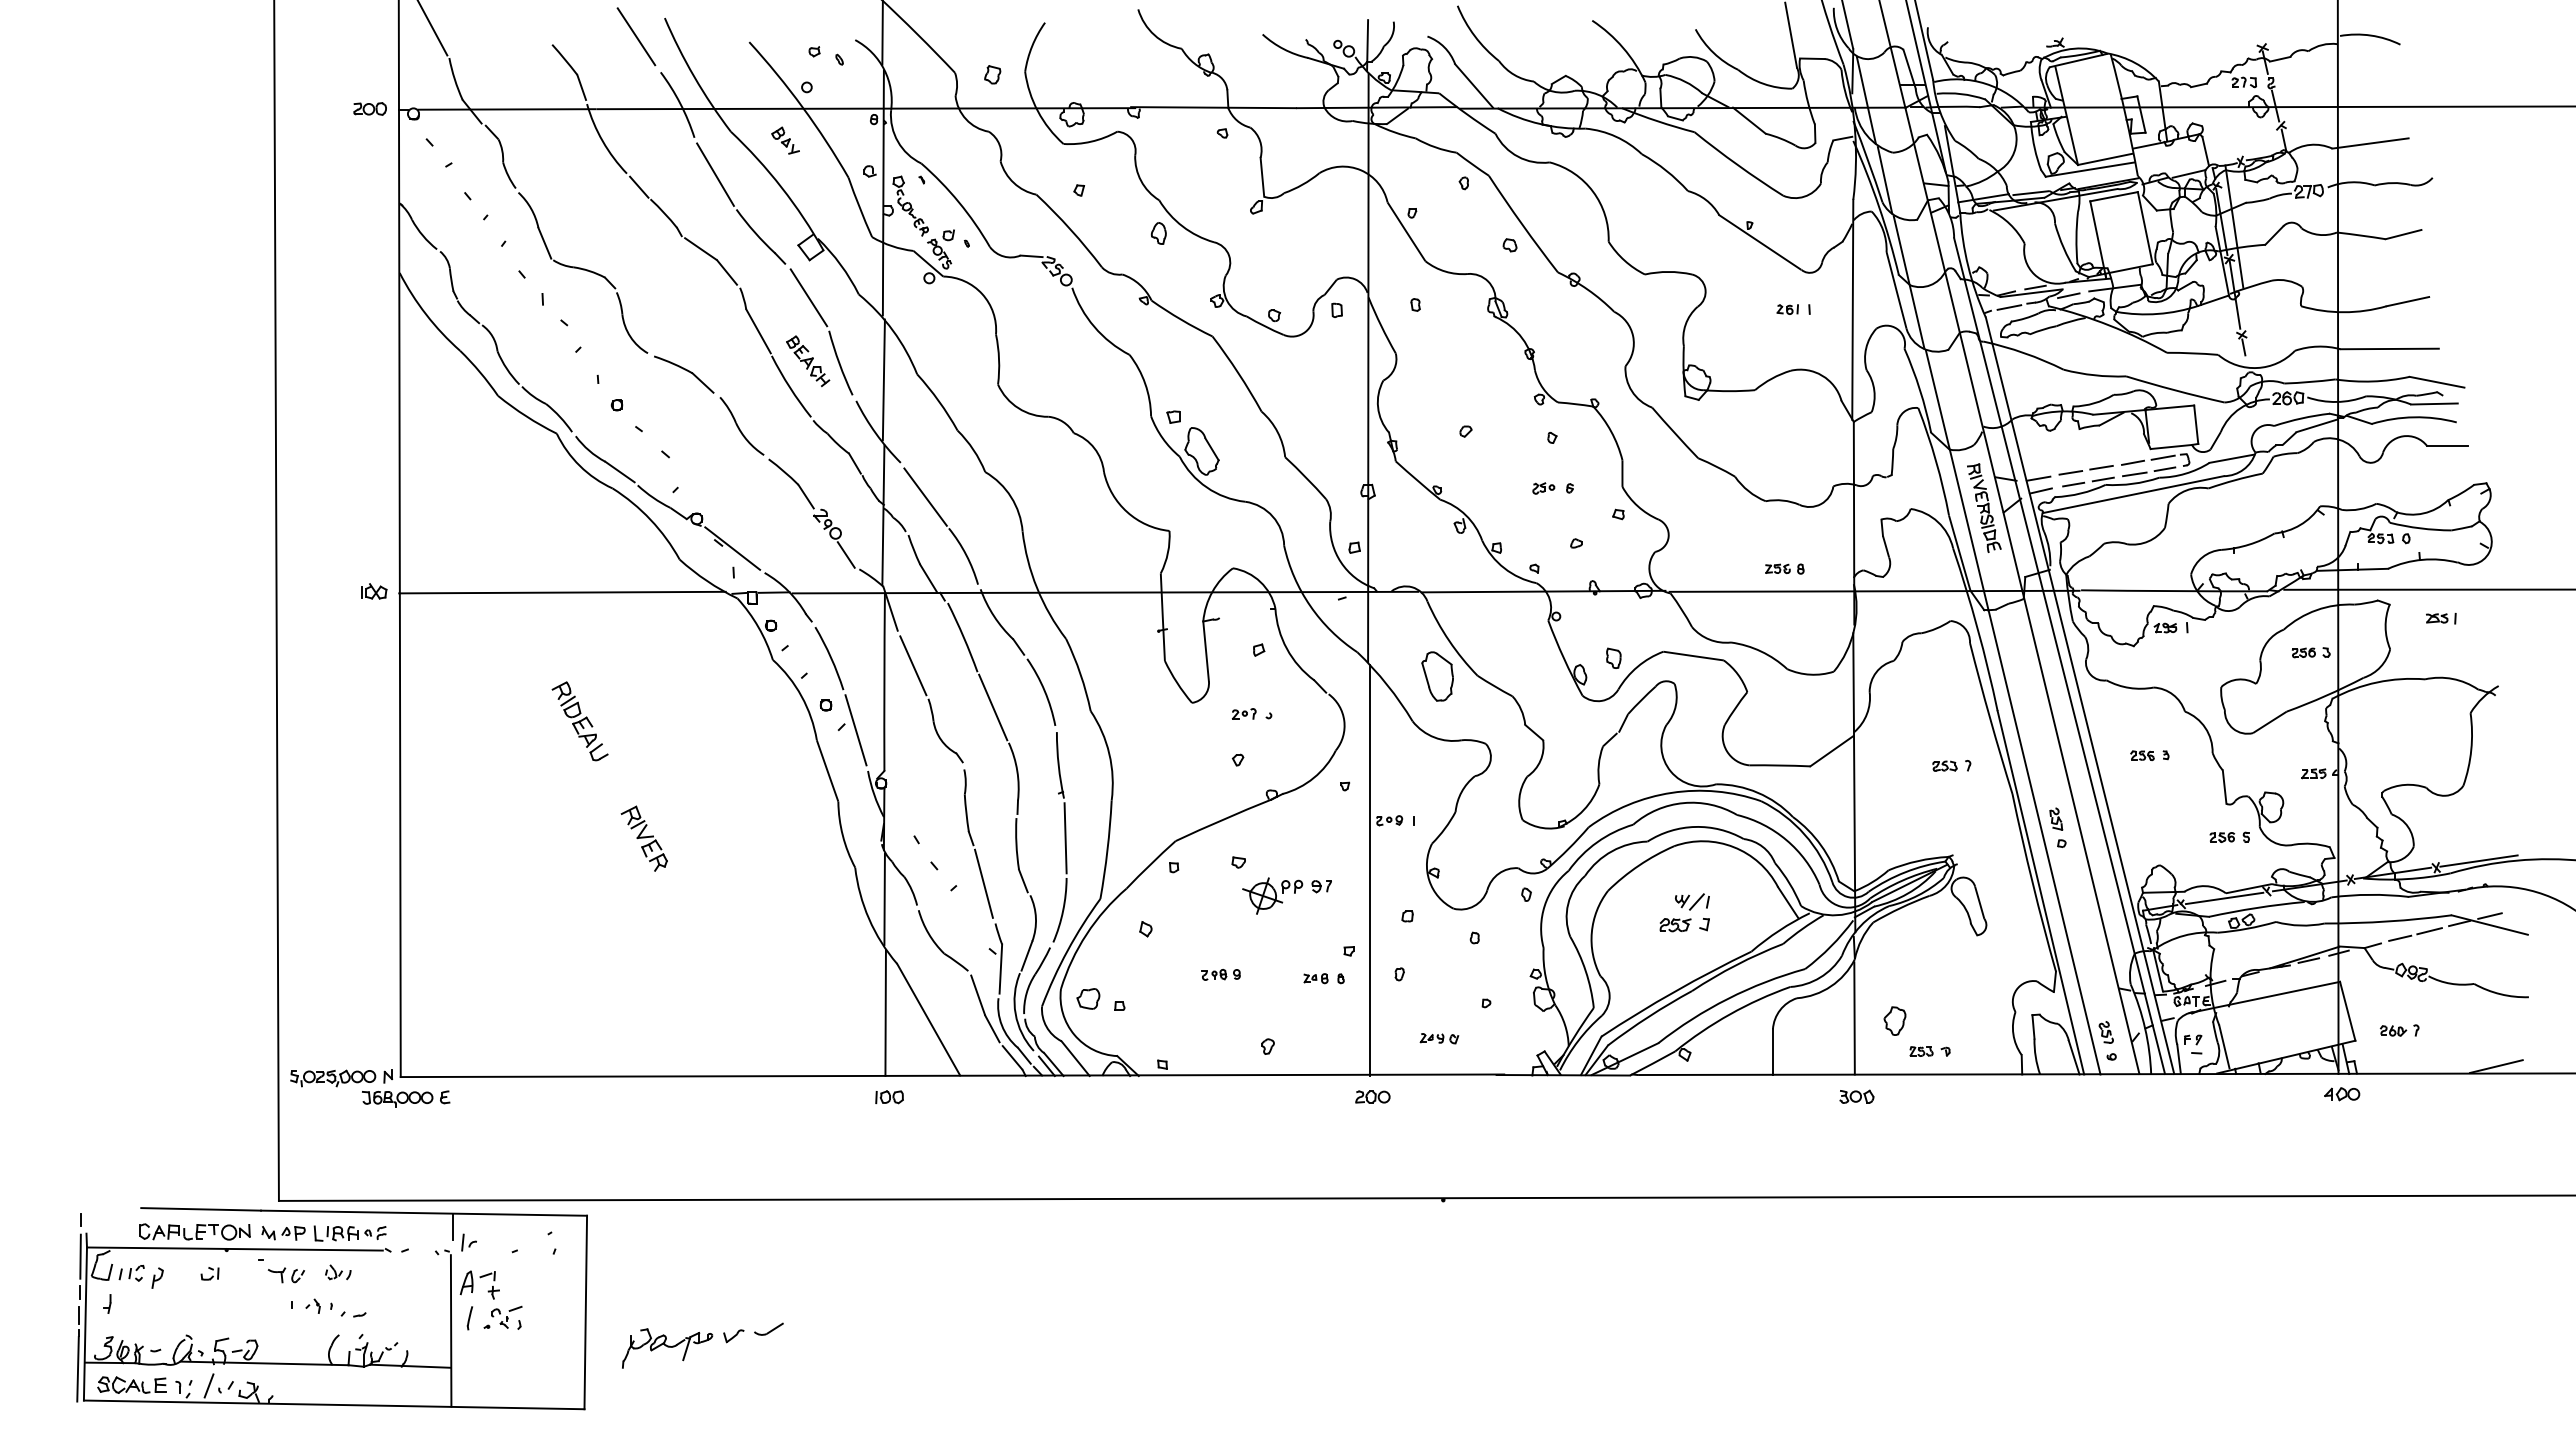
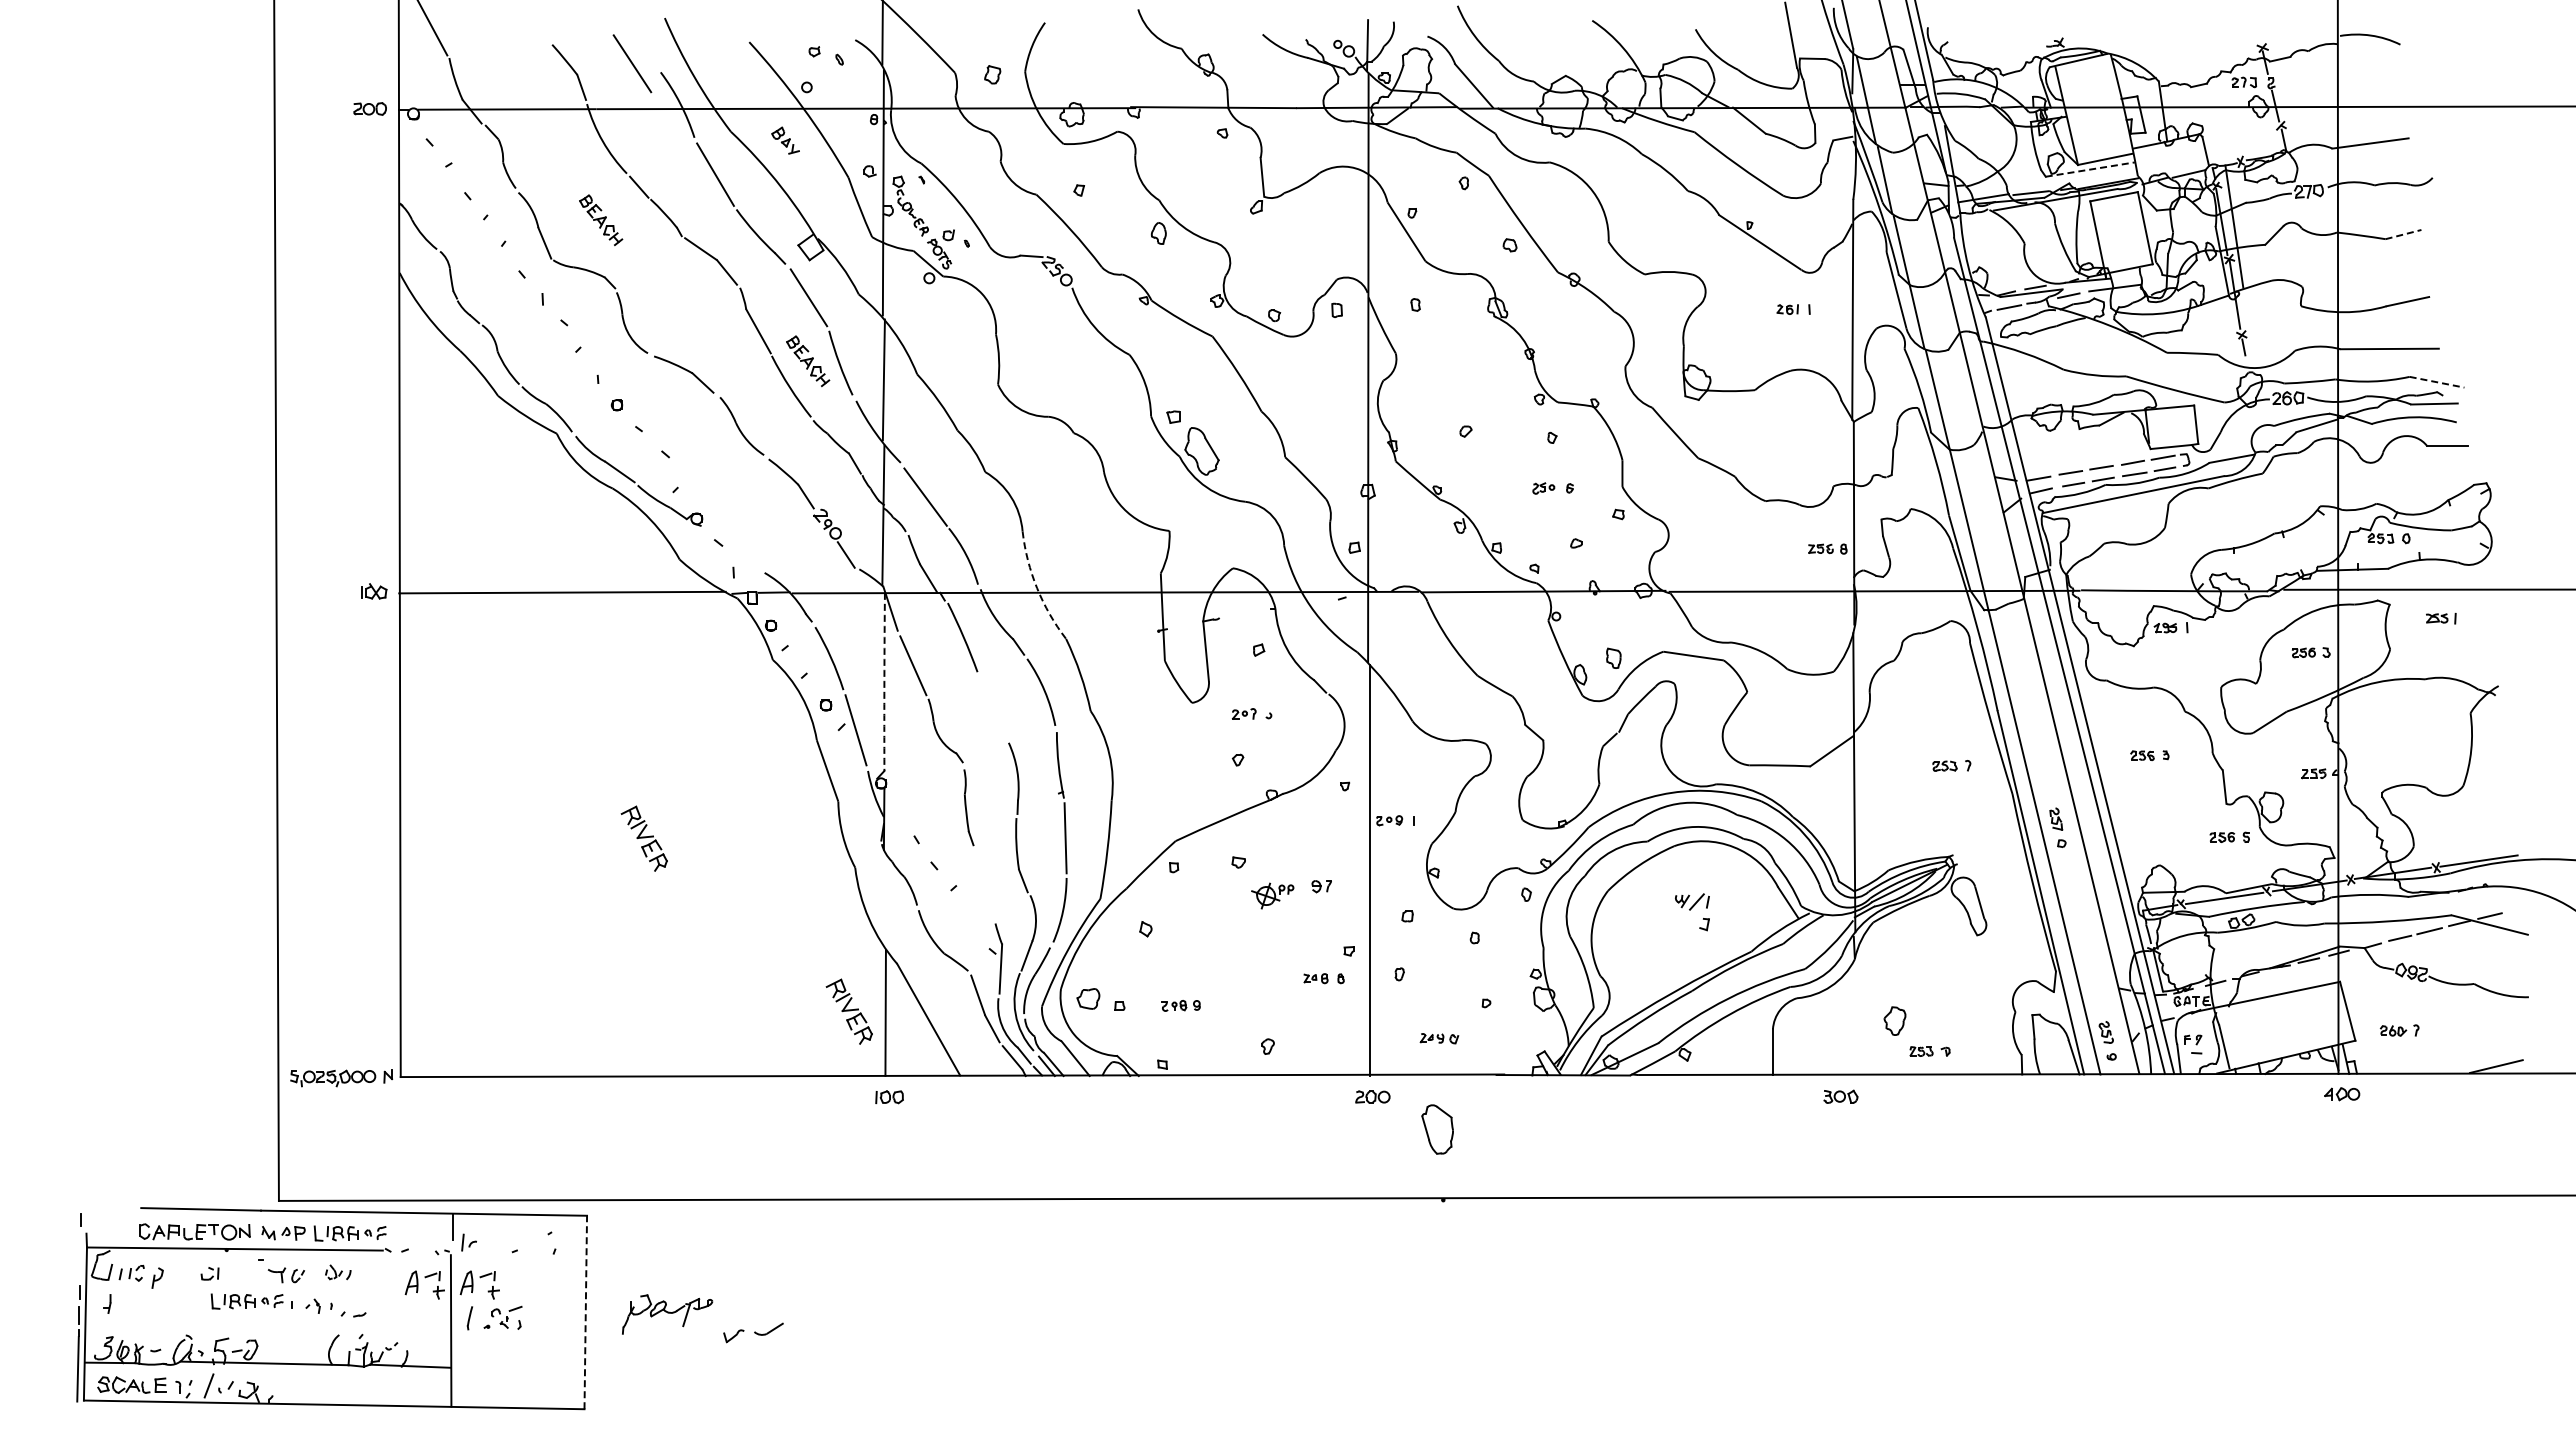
line at (636, 36) position: (636, 36) -> (632, 63)
line at (2090, 169): solid -> dashed
part at (601, 220): none -> present
line at (2404, 234): solid -> dashed
line at (2437, 382): solid -> dashed
part at (1984, 507): present -> none
line at (732, 548): present -> none
part at (1784, 568) position: (1784, 568) -> (1827, 548)
arc at (1037, 588): solid -> dashed
part at (1437, 676) position: (1437, 676) -> (1437, 1129)
arc at (884, 681): solid -> dashed
line at (993, 707): present -> none
part at (579, 721): present -> none
line at (983, 883): present -> none
part at (1272, 895) size: 62x38 px -> 44x28 px
line at (884, 899): present -> none
part at (1675, 925): present -> none
part at (1220, 974) position: (1220, 974) -> (1180, 1005)
part at (848, 1011): none -> present
line at (1854, 1018): present -> none
part at (1856, 1096) position: (1856, 1096) -> (1840, 1096)
part at (406, 1098): present -> none
line at (80, 1256): present -> none
part at (424, 1284): none -> present
part at (246, 1301): none -> present
line at (585, 1312): solid -> dashed
part at (667, 1348) position: (667, 1348) -> (667, 1314)
